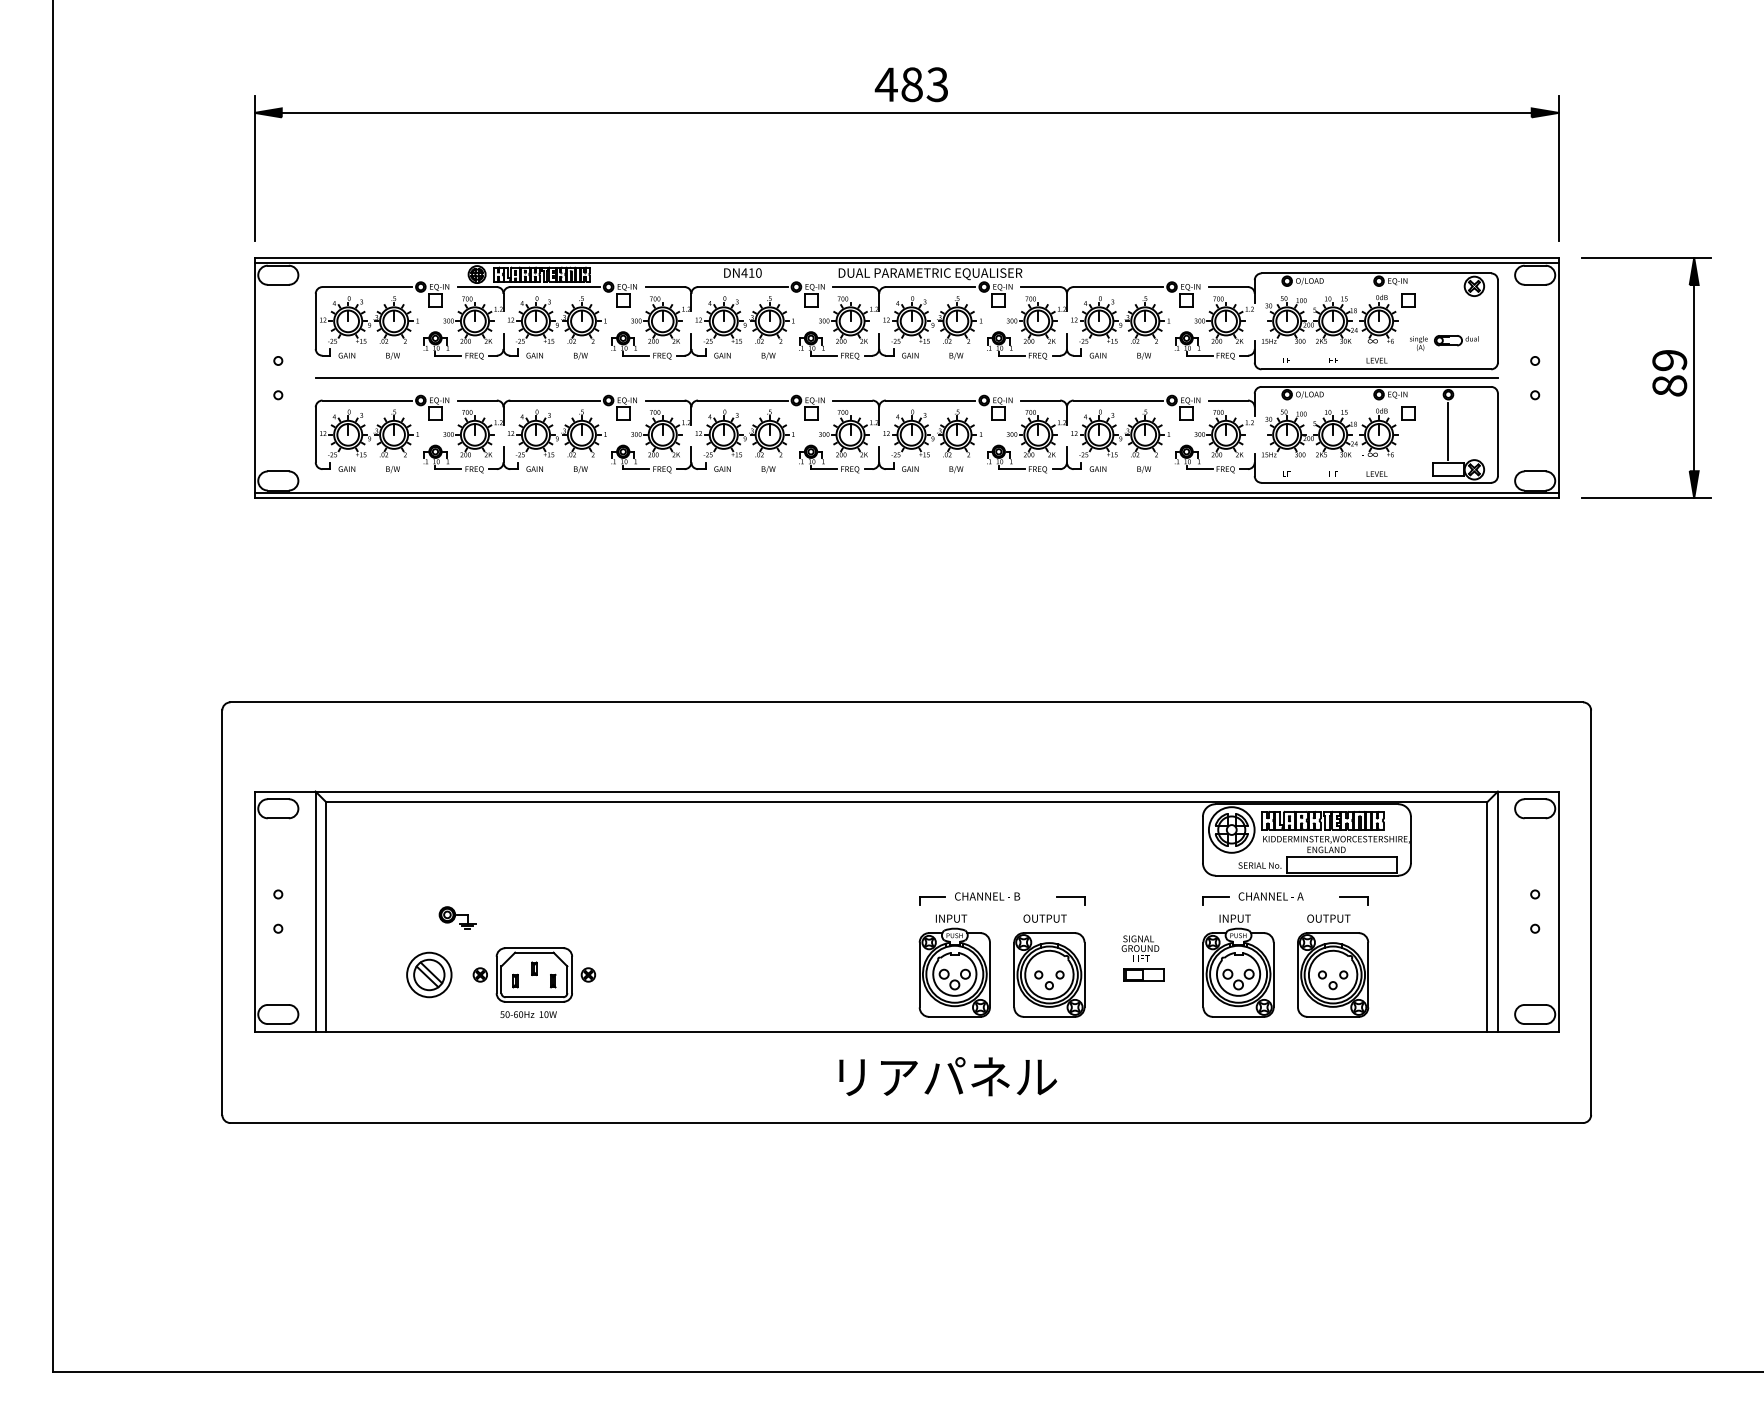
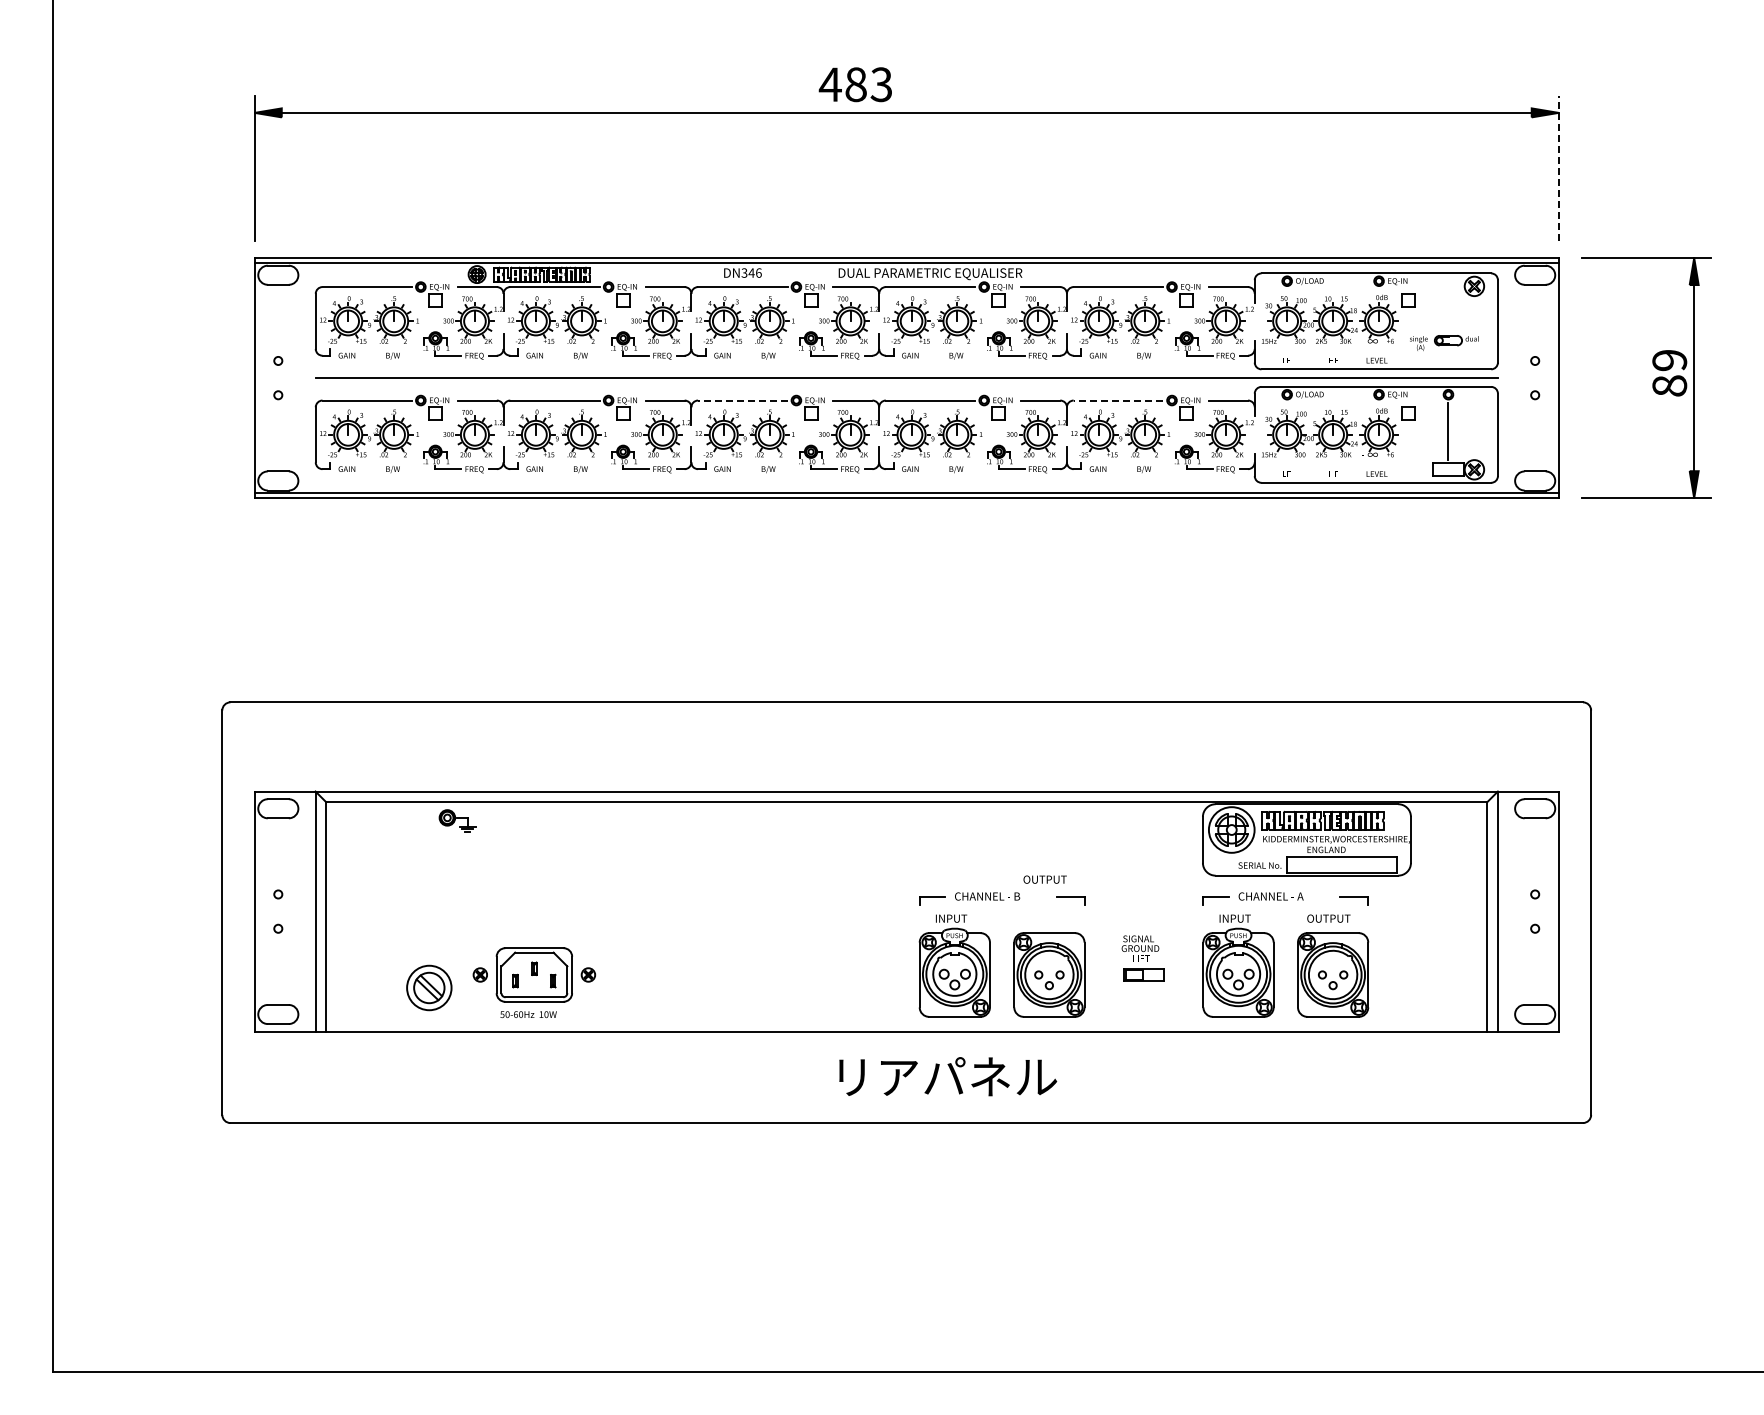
text at (910, 84) position: (910, 84) -> (854, 84)
line at (1558, 168): solid -> dashed
text at (751, 272): DN410 -> DN346
line at (742, 400): solid -> dashed
line at (1118, 400): solid -> dashed
part at (457, 917) position: (457, 917) -> (457, 820)
text at (1044, 918) position: (1044, 918) -> (1044, 879)
part at (429, 974) position: (429, 974) -> (429, 987)
